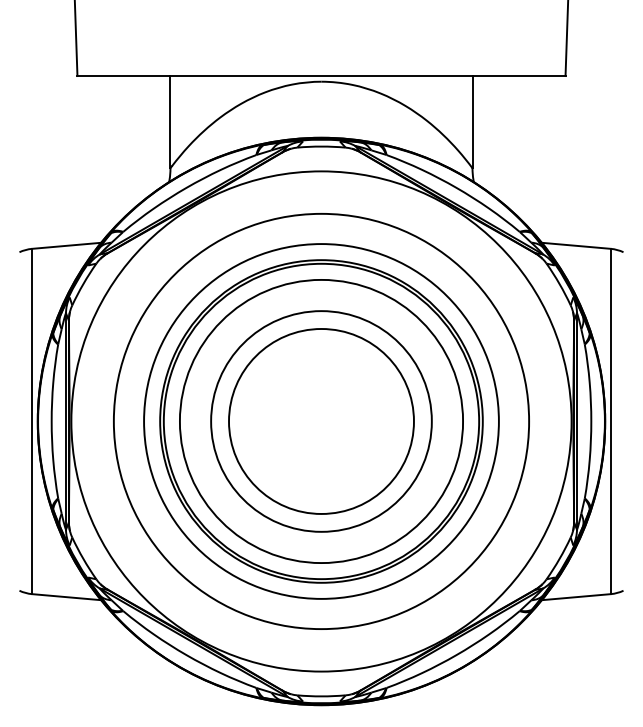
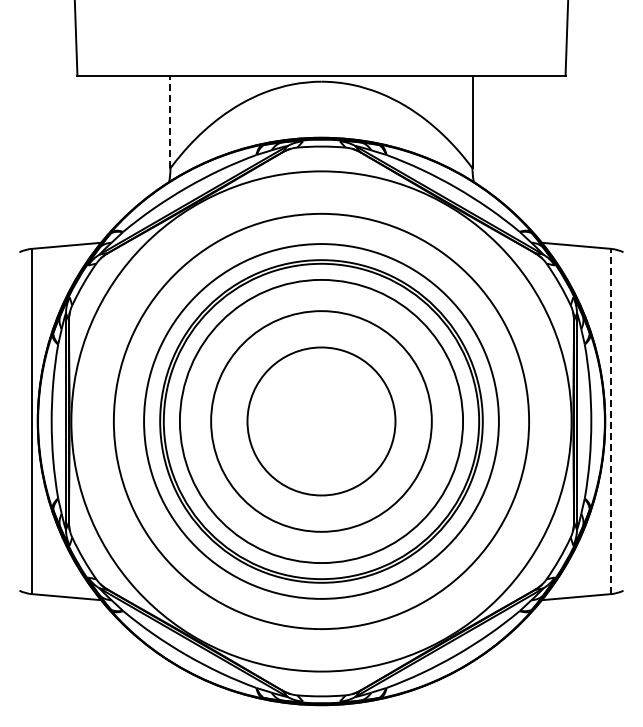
line at (170, 121): solid -> dashed
circle at (321, 421) diameter: 185 px -> 148 px
line at (610, 421): solid -> dashed
